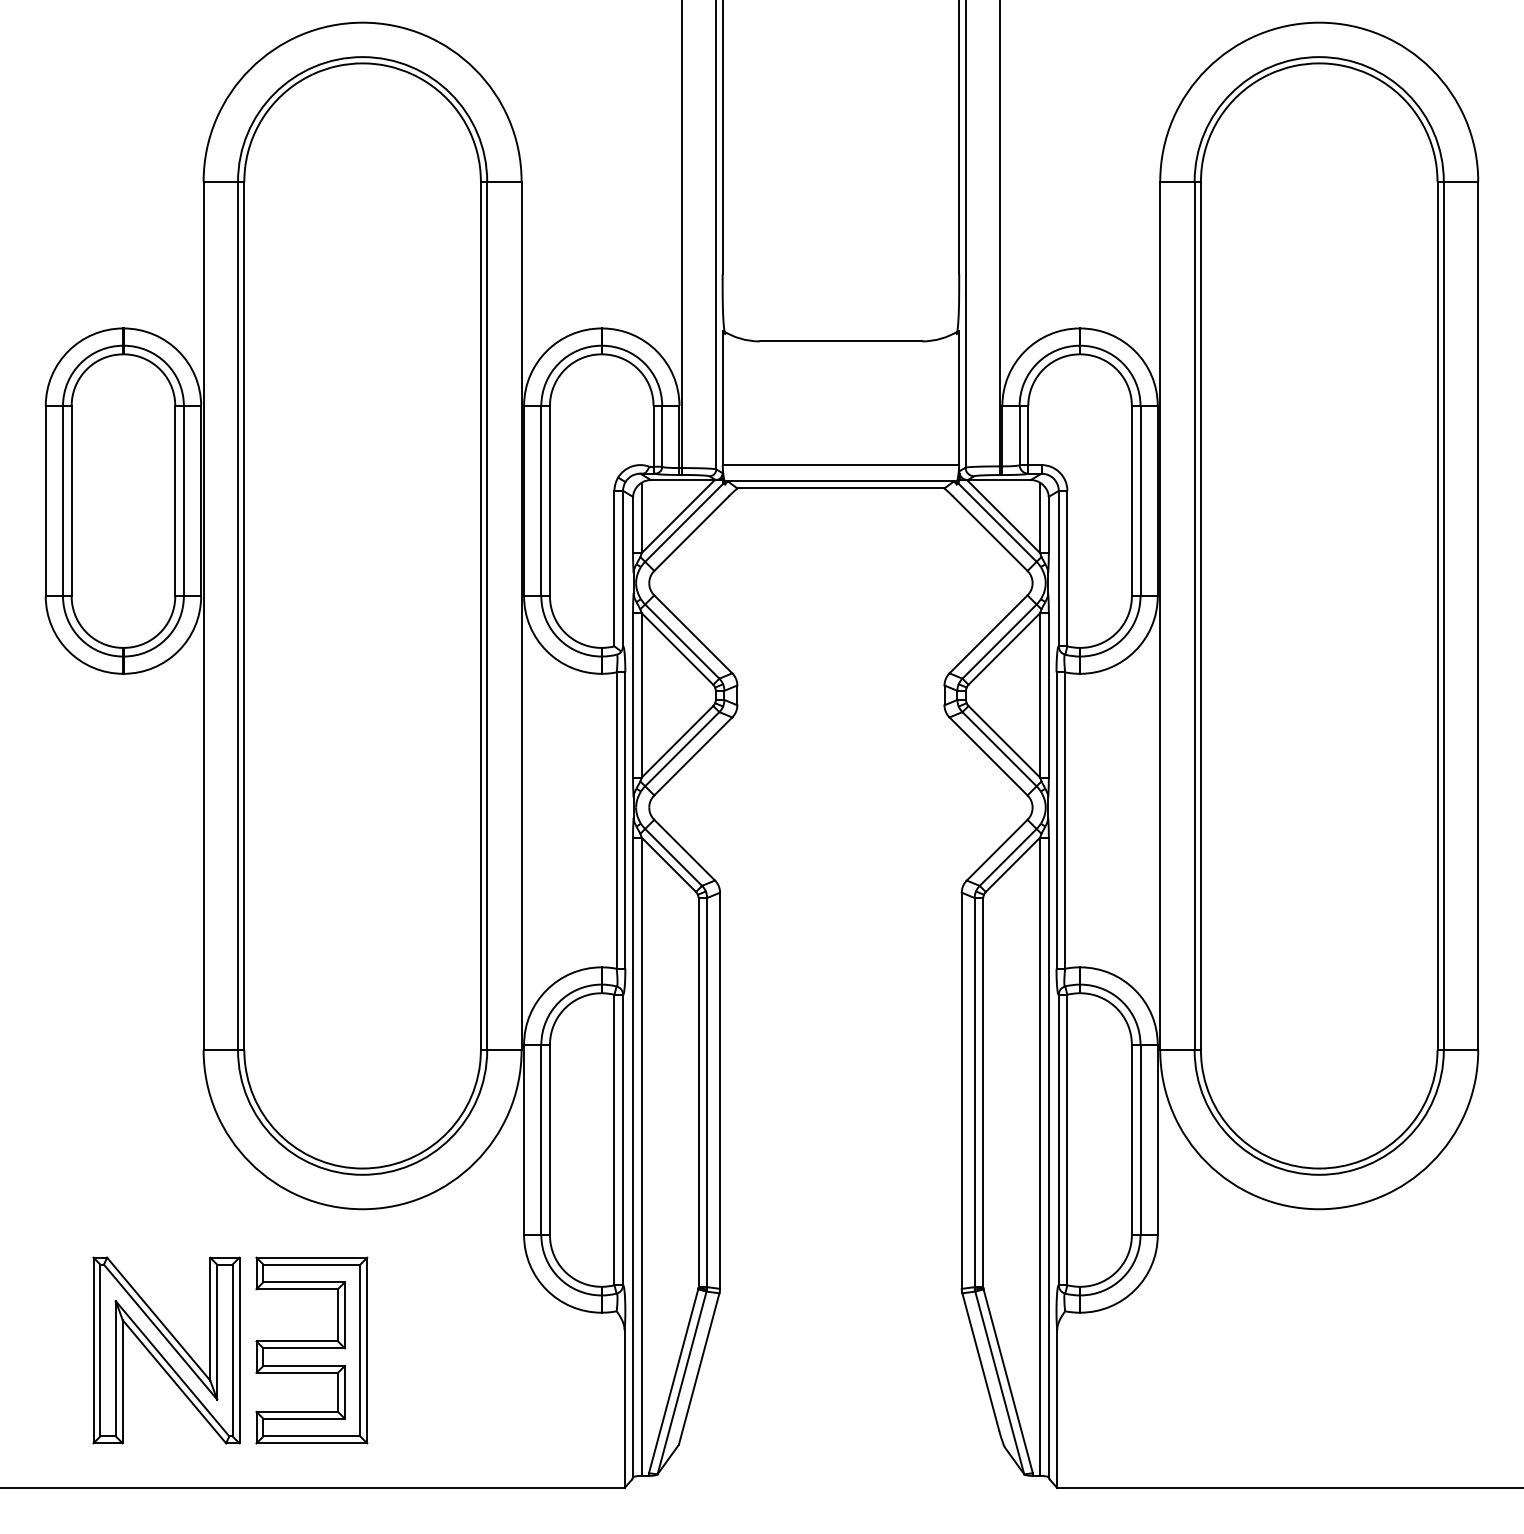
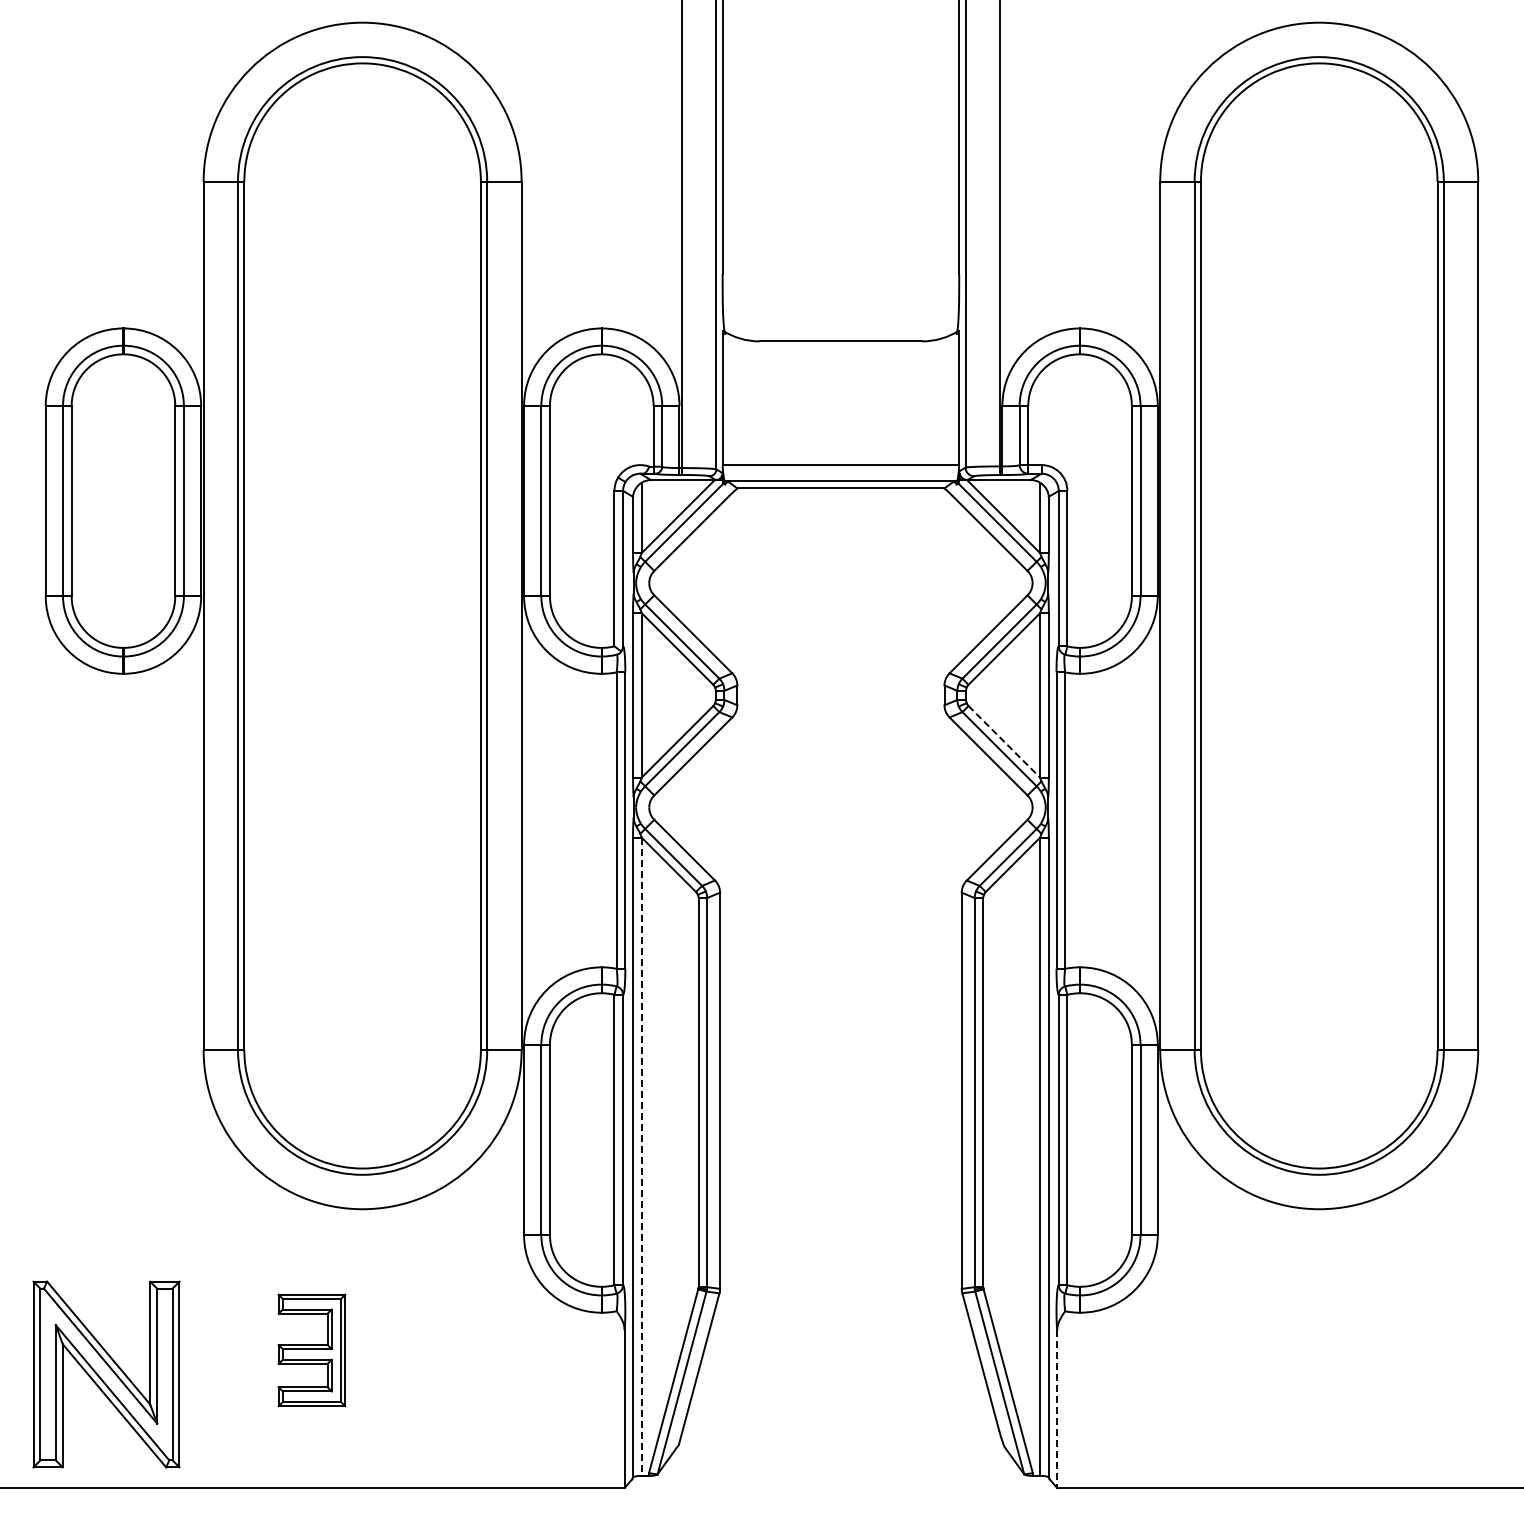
line at (1004, 741): solid -> dashed
line at (641, 1157): solid -> dashed
part at (166, 1350) position: (166, 1350) -> (106, 1374)
part at (311, 1350) size: 114x189 px -> 70x115 px
line at (1057, 1409): solid -> dashed
